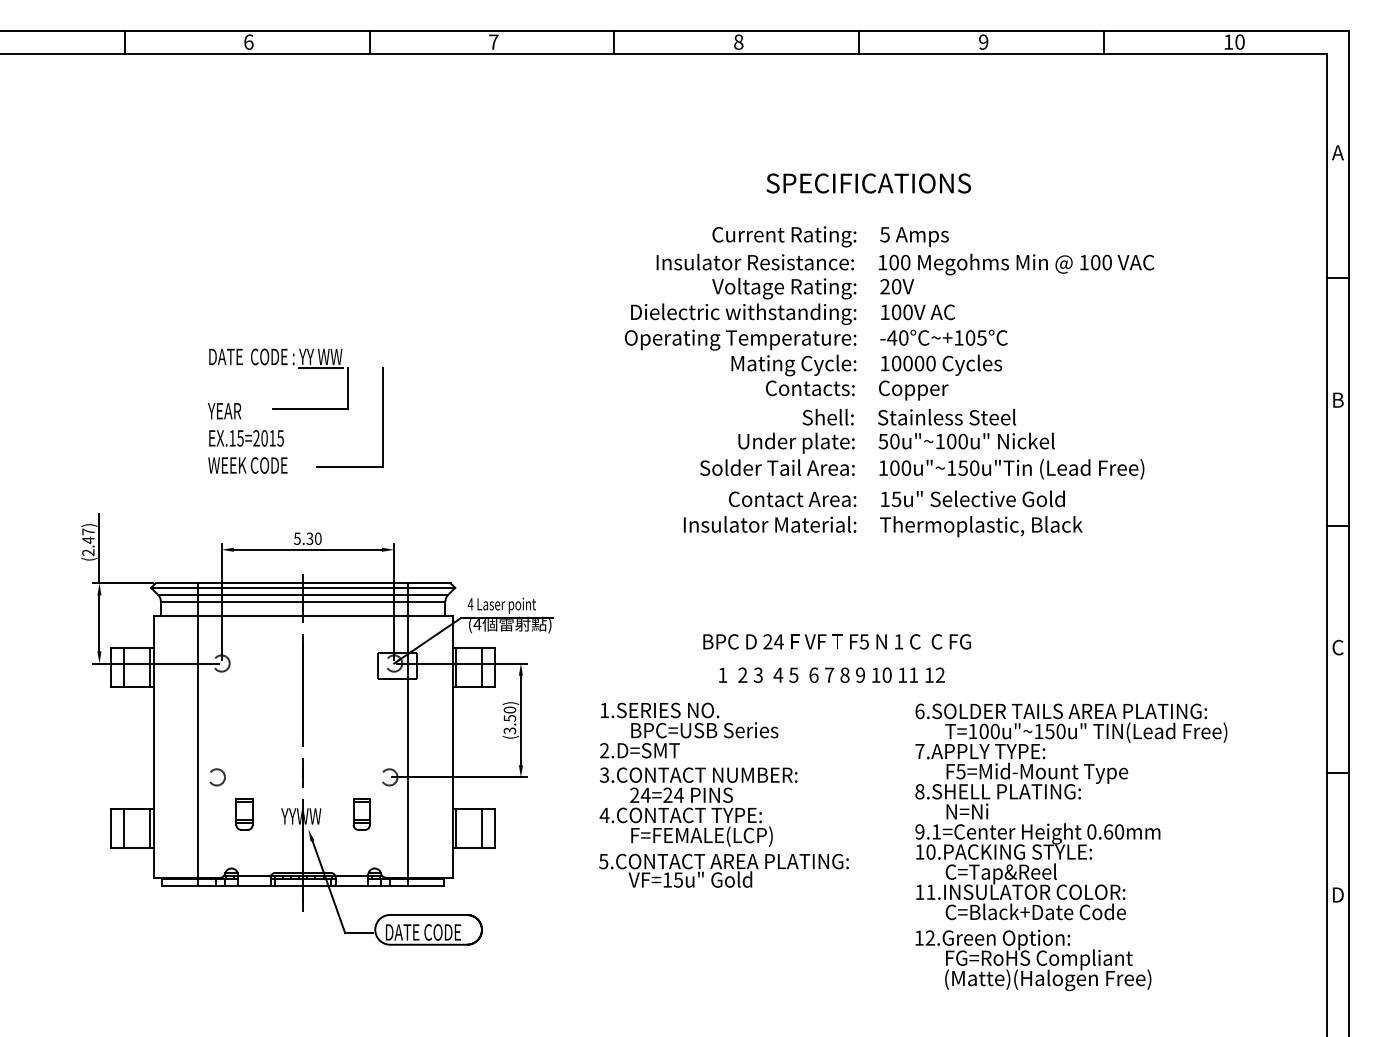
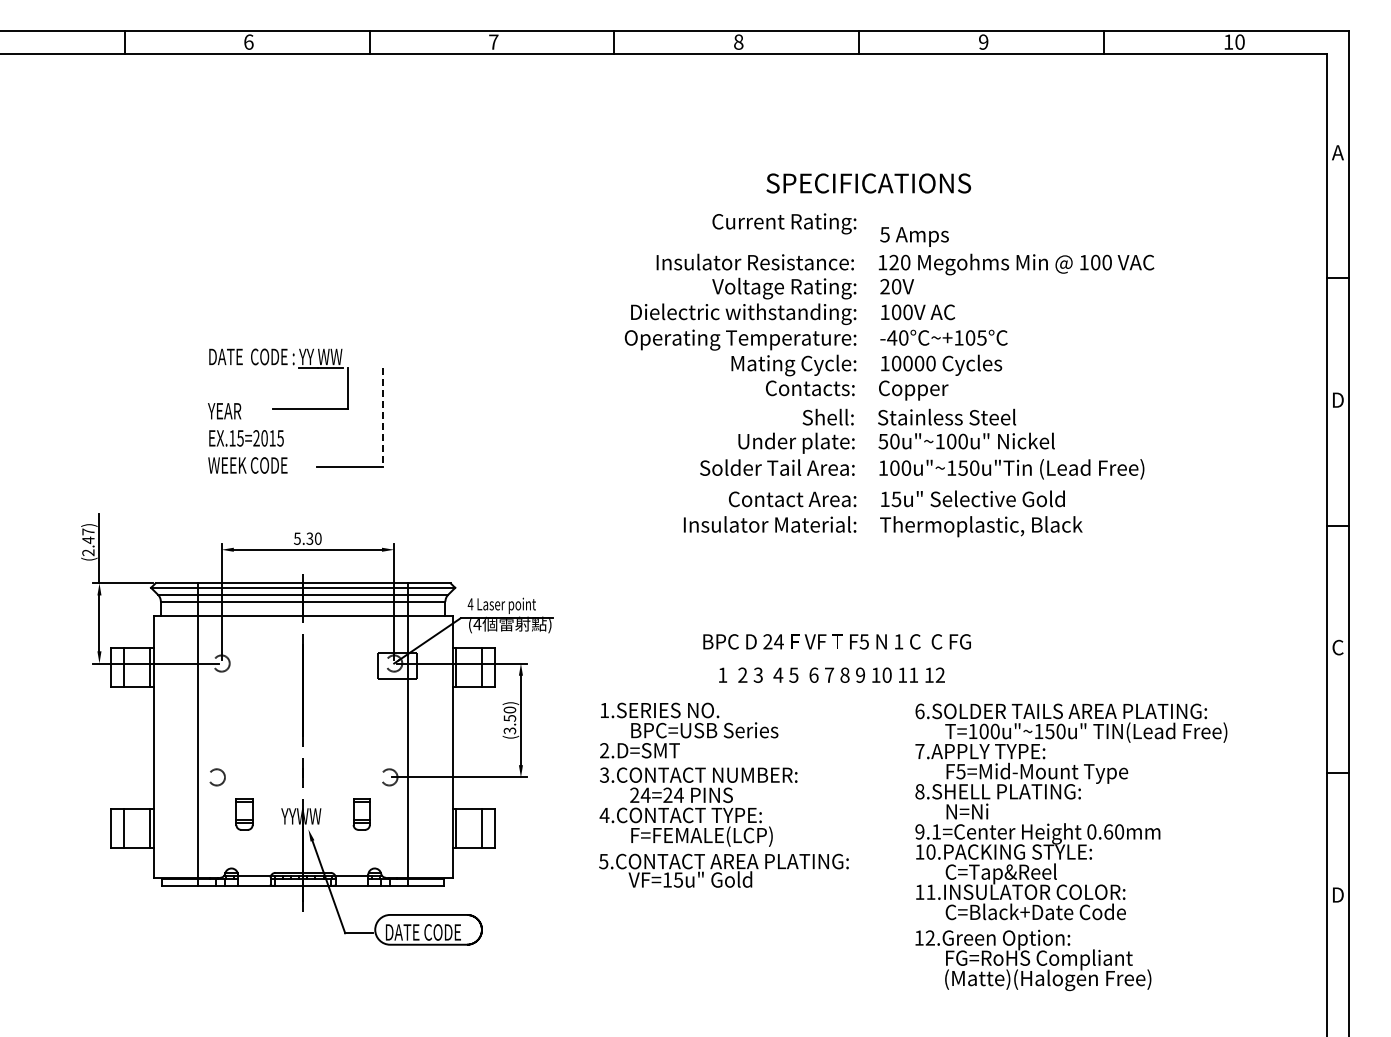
text at (784, 236) position: (784, 236) -> (784, 223)
text at (893, 262): 100 -> 120
text at (1338, 399): B -> D
line at (383, 418): solid -> dashed
